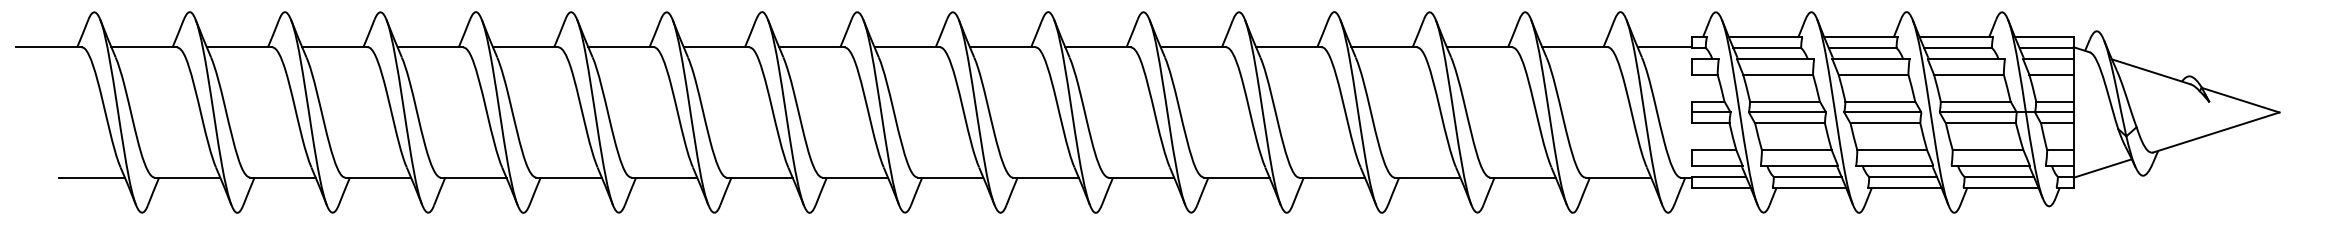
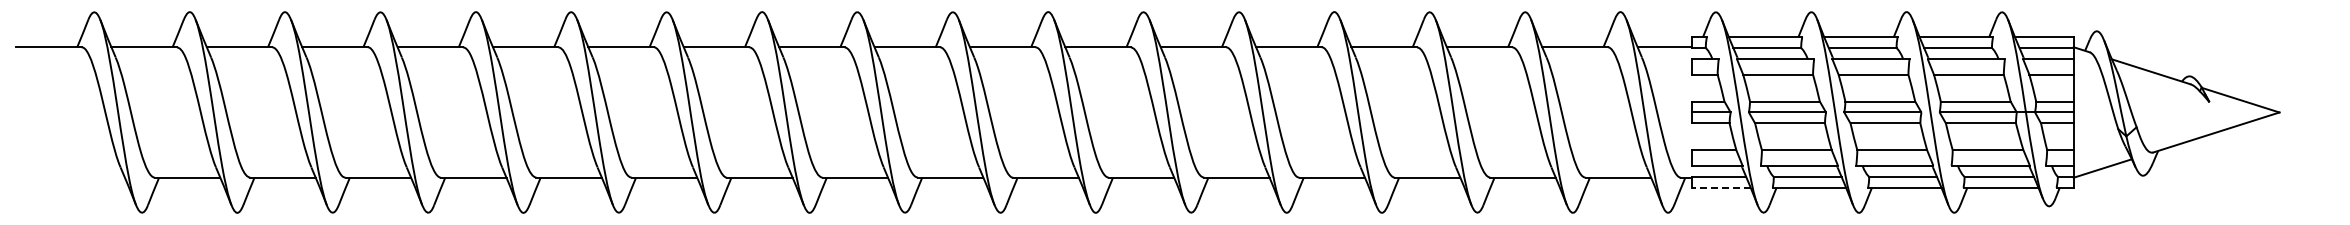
line at (91, 177): present -> none
line at (1720, 187): solid -> dashed
